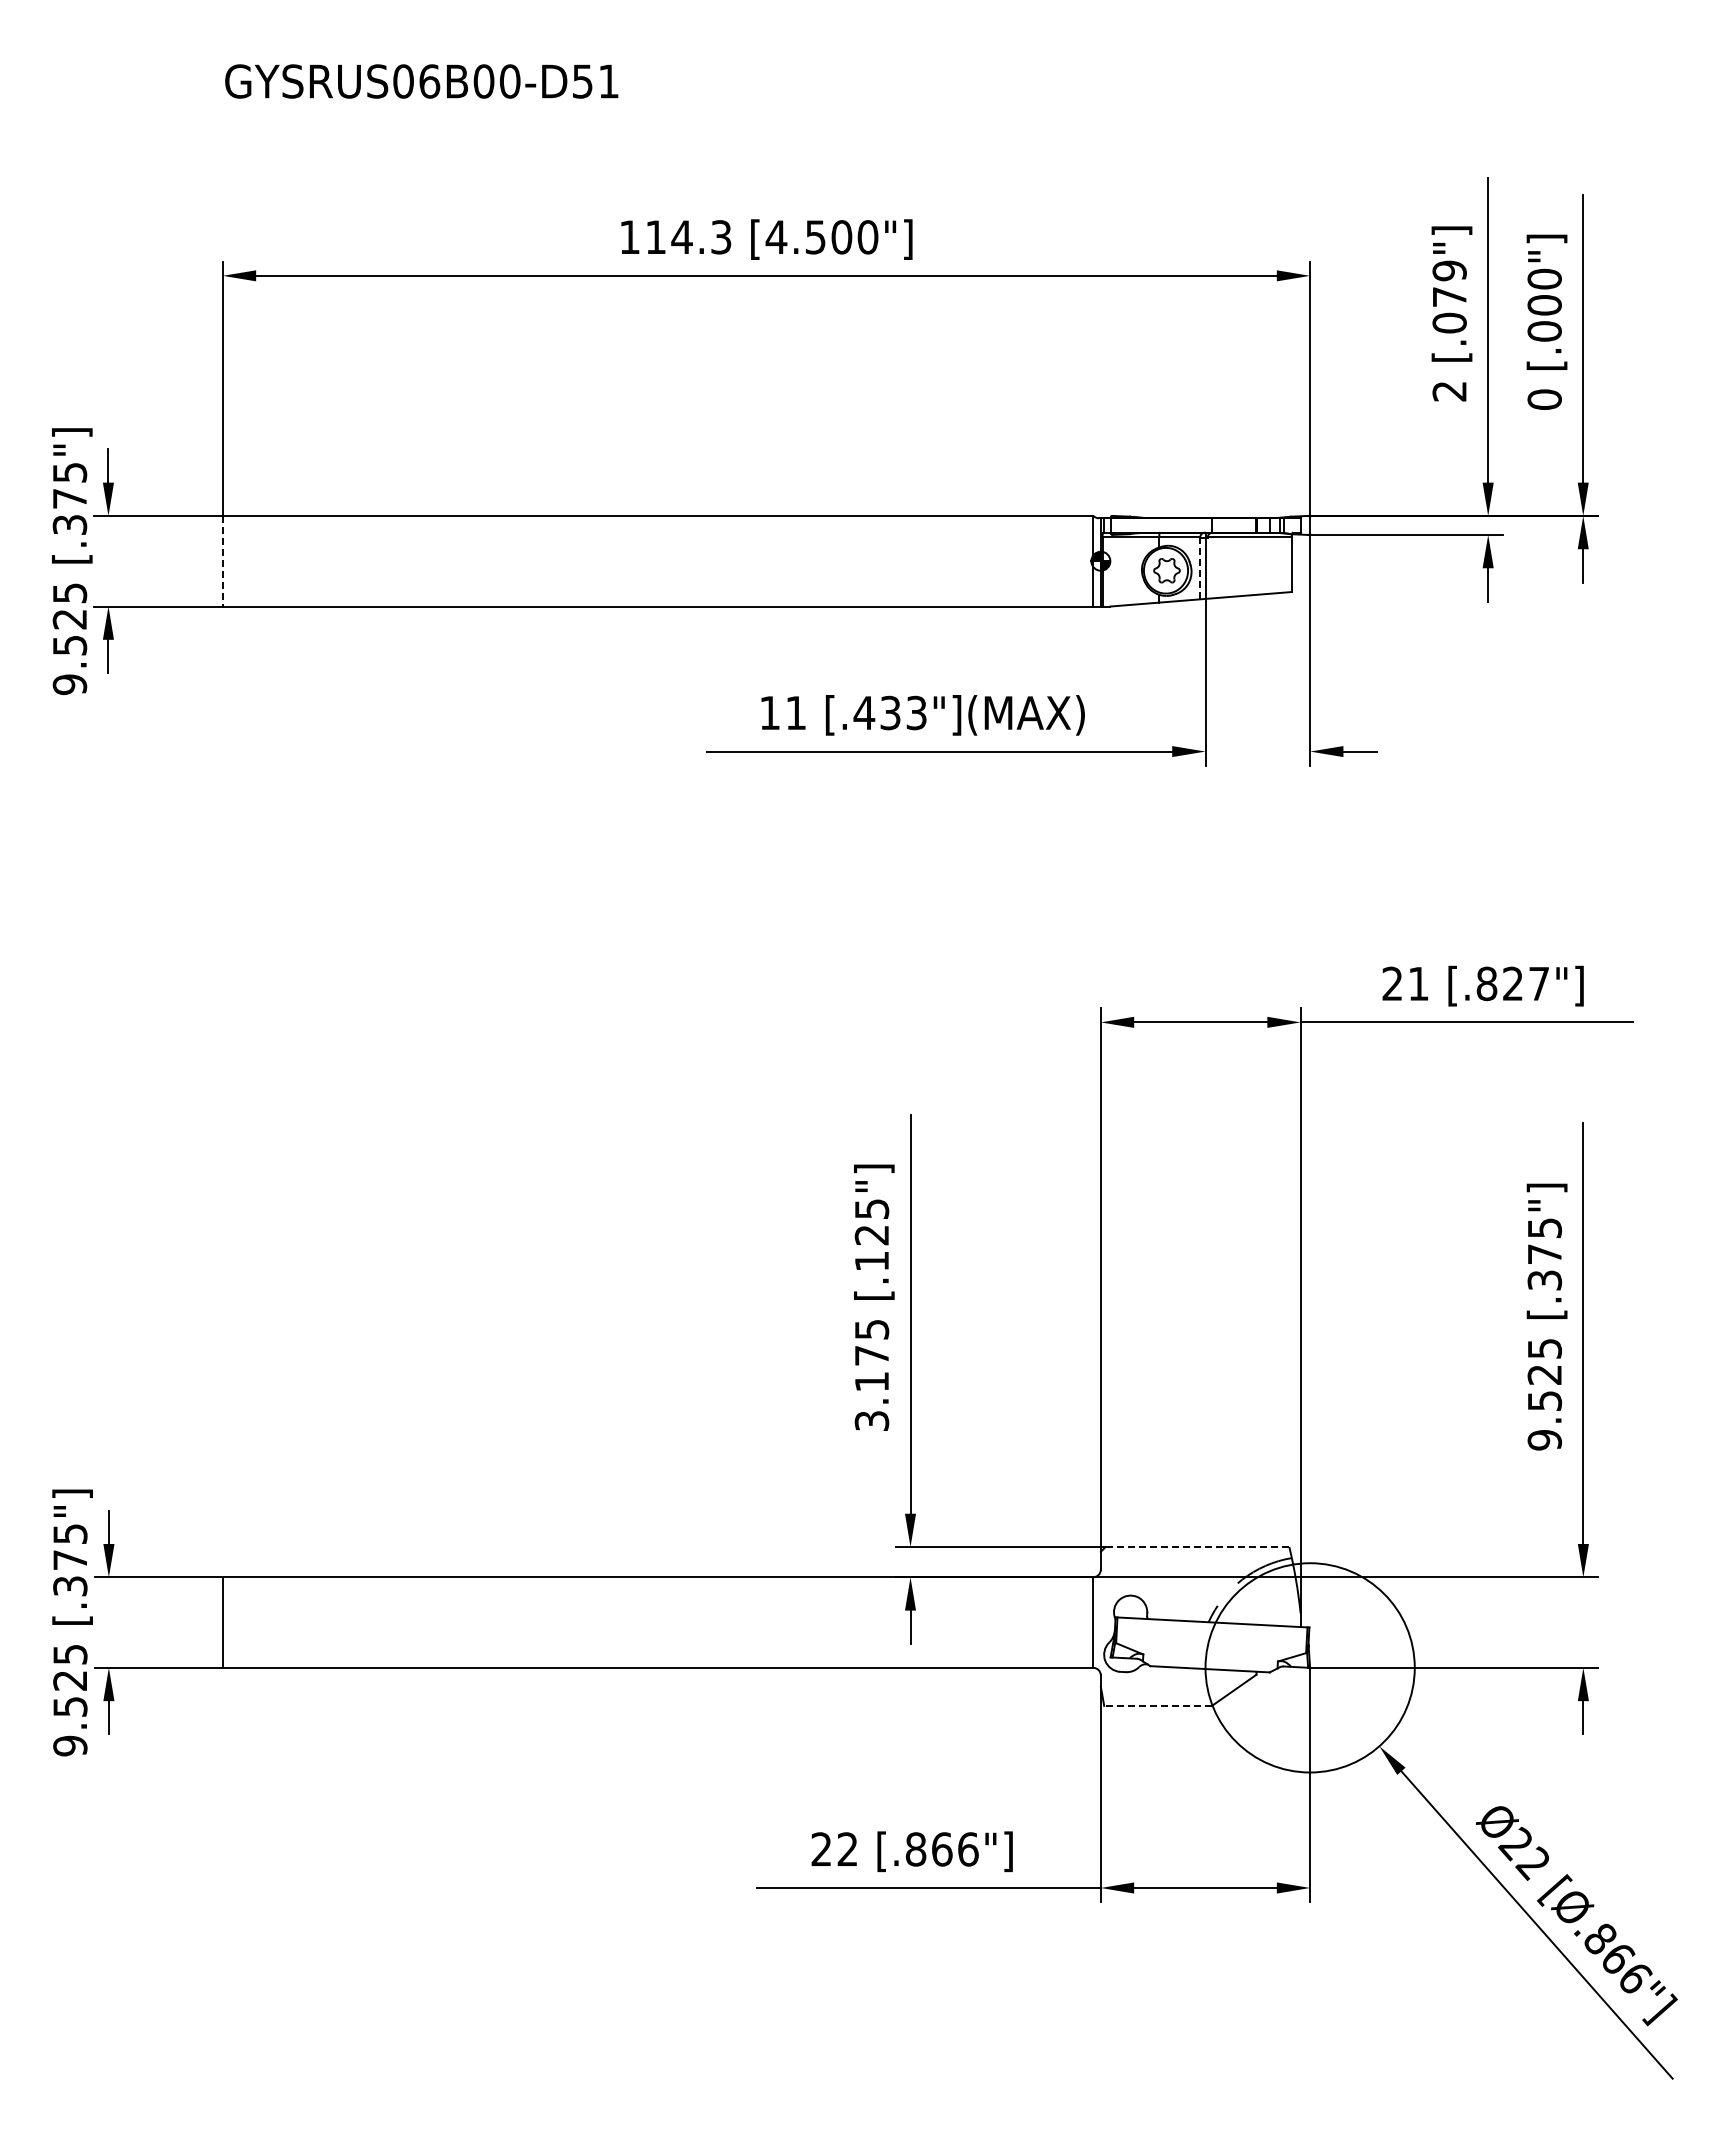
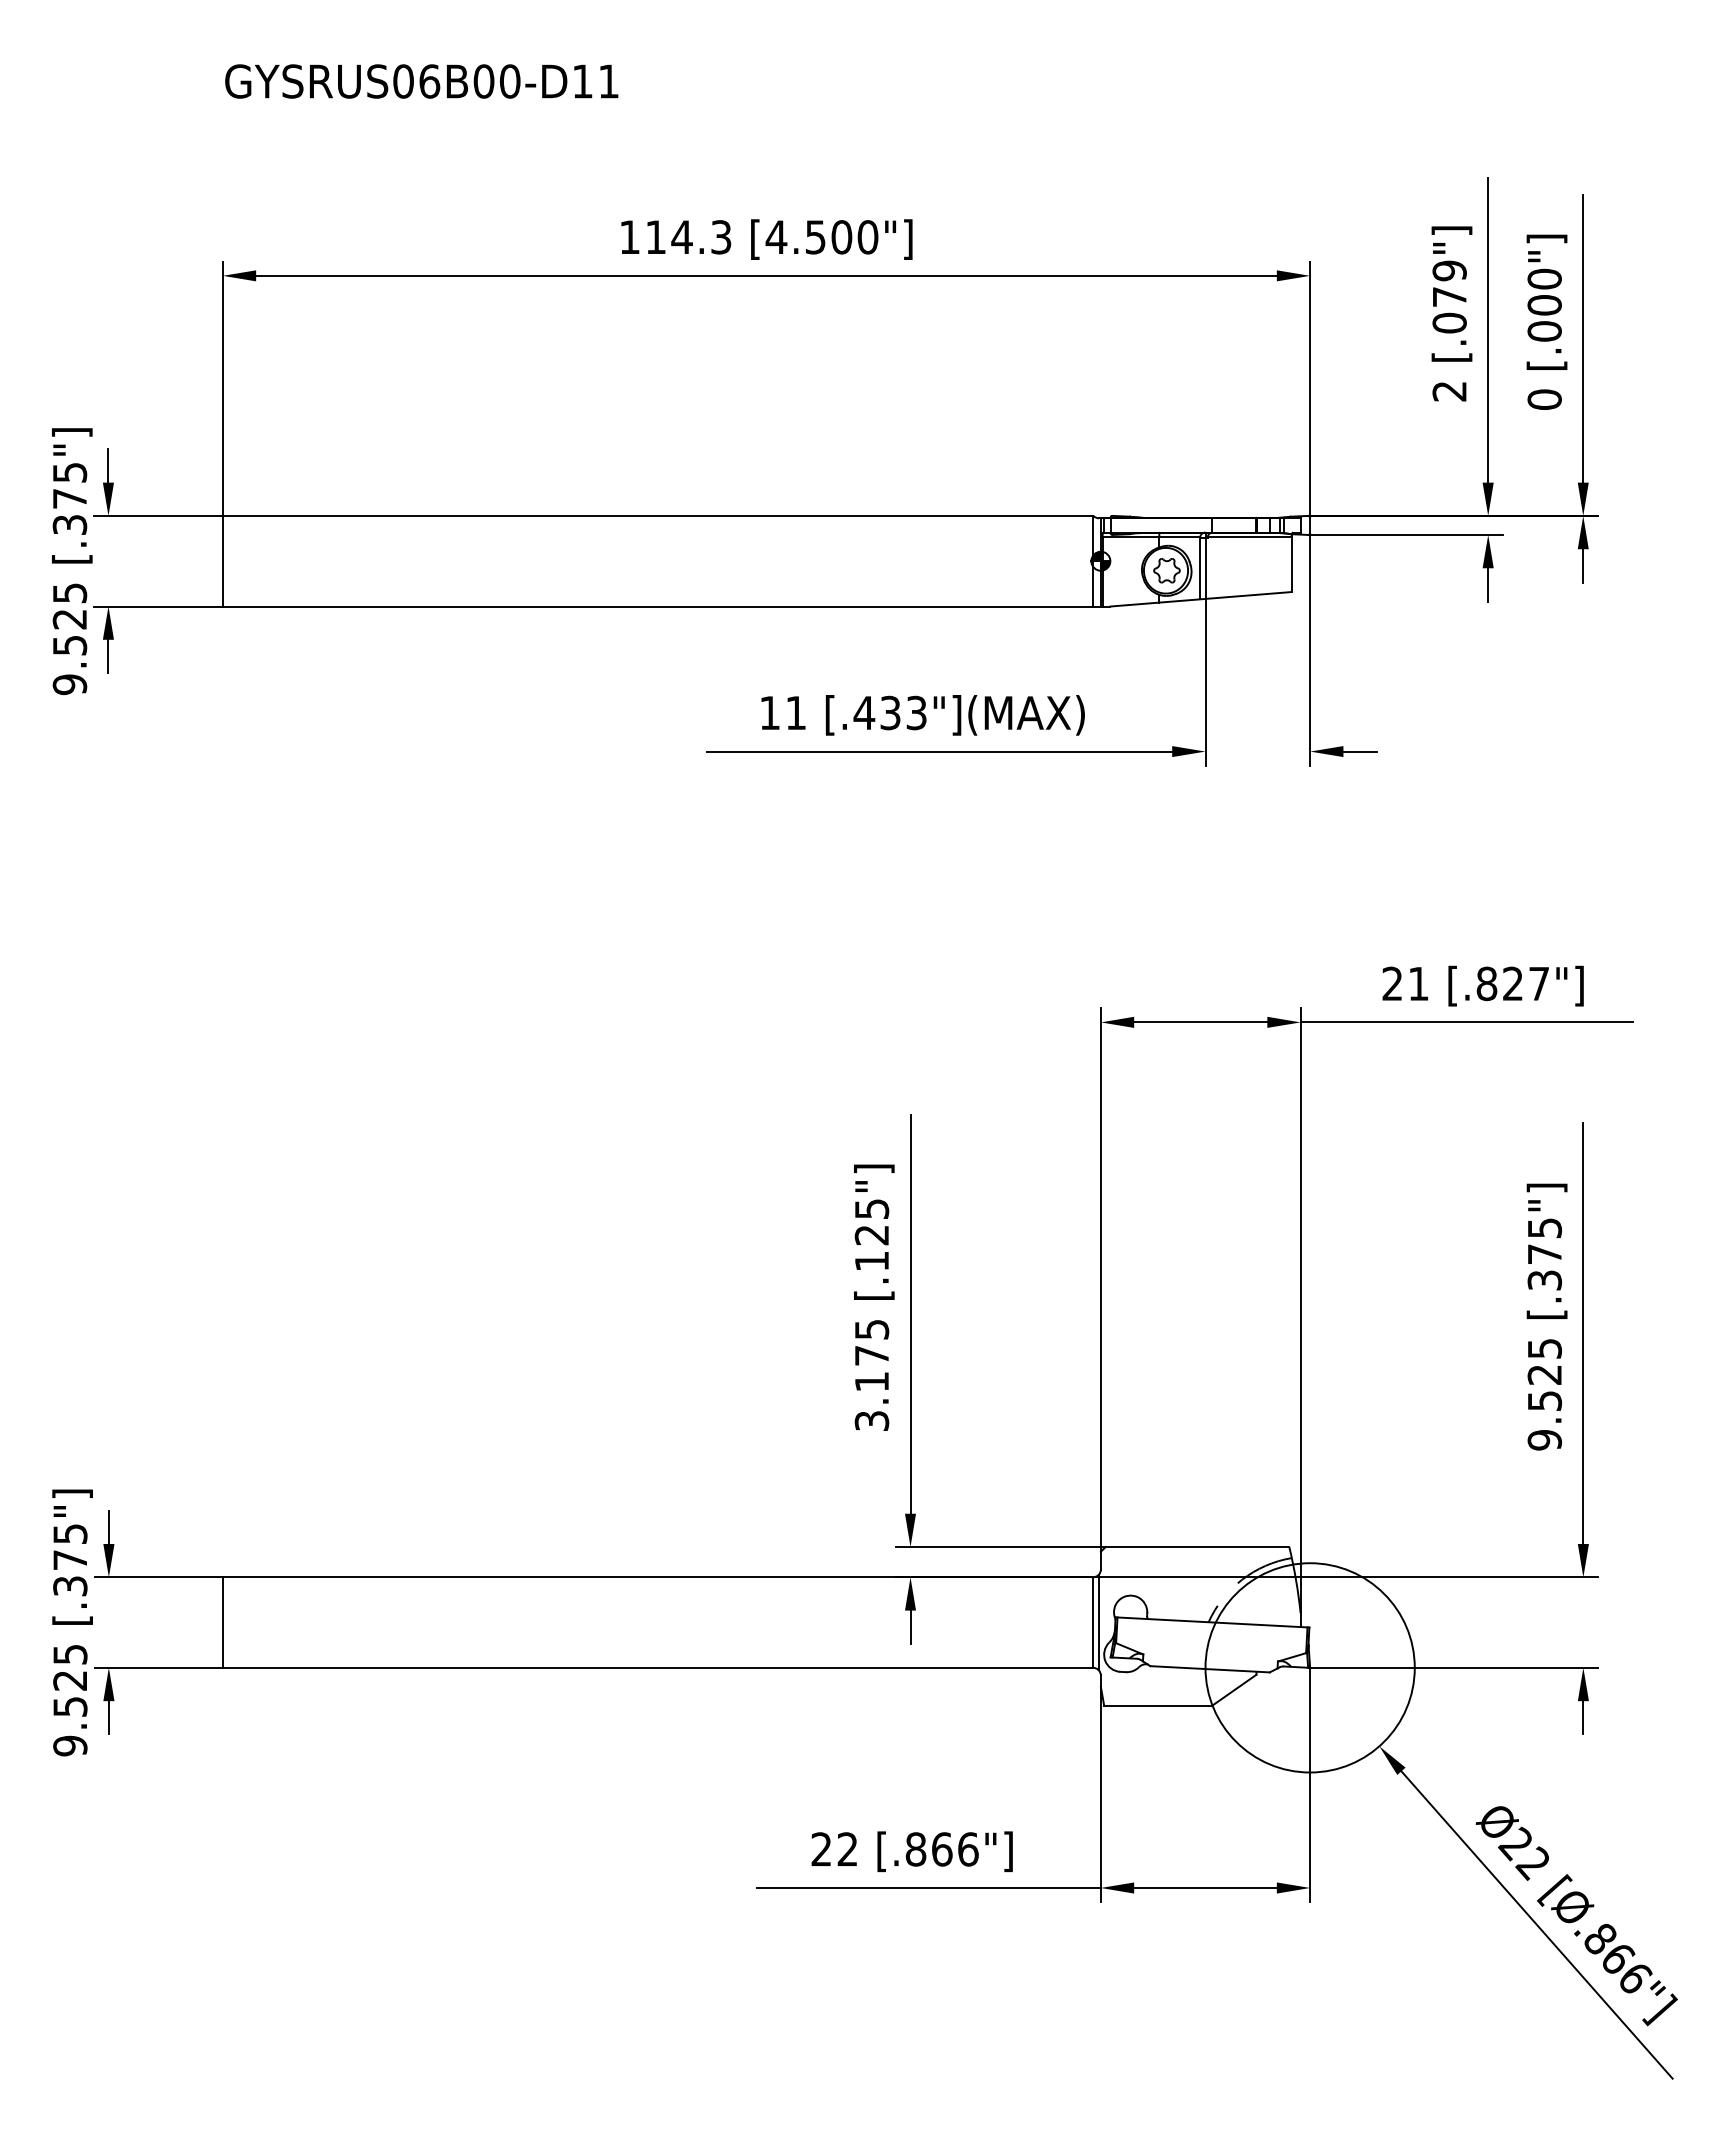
text at (582, 81): GYSRUS06B00-D51 -> GYSRUS06B00-D11
line at (222, 561): dashed -> solid
line at (1200, 568): dashed -> solid
line at (1197, 1547): dashed -> solid
line at (1098, 1622): none -> present
line at (1158, 1705): dashed -> solid
